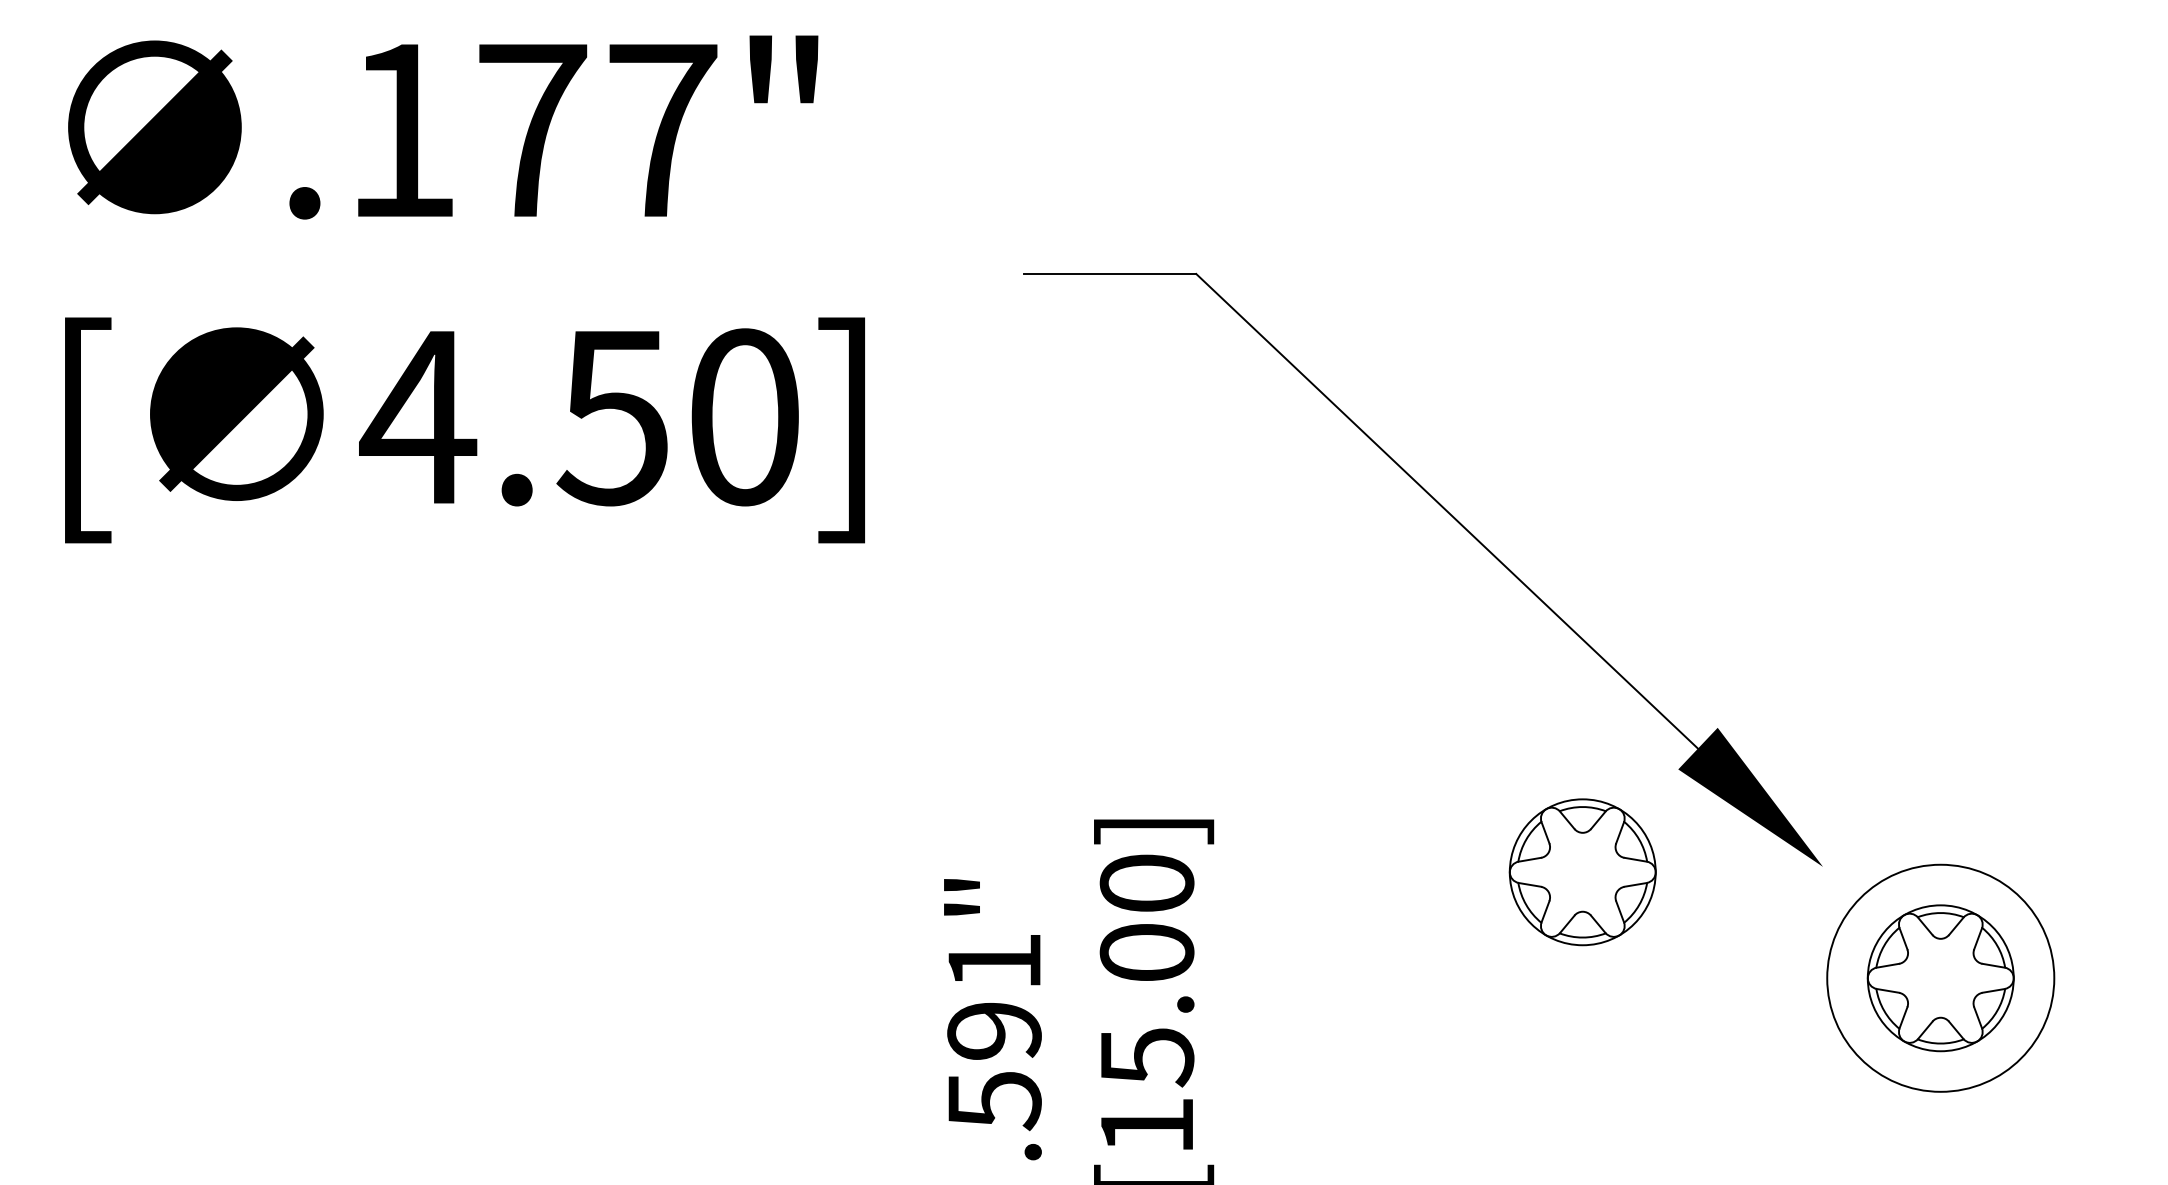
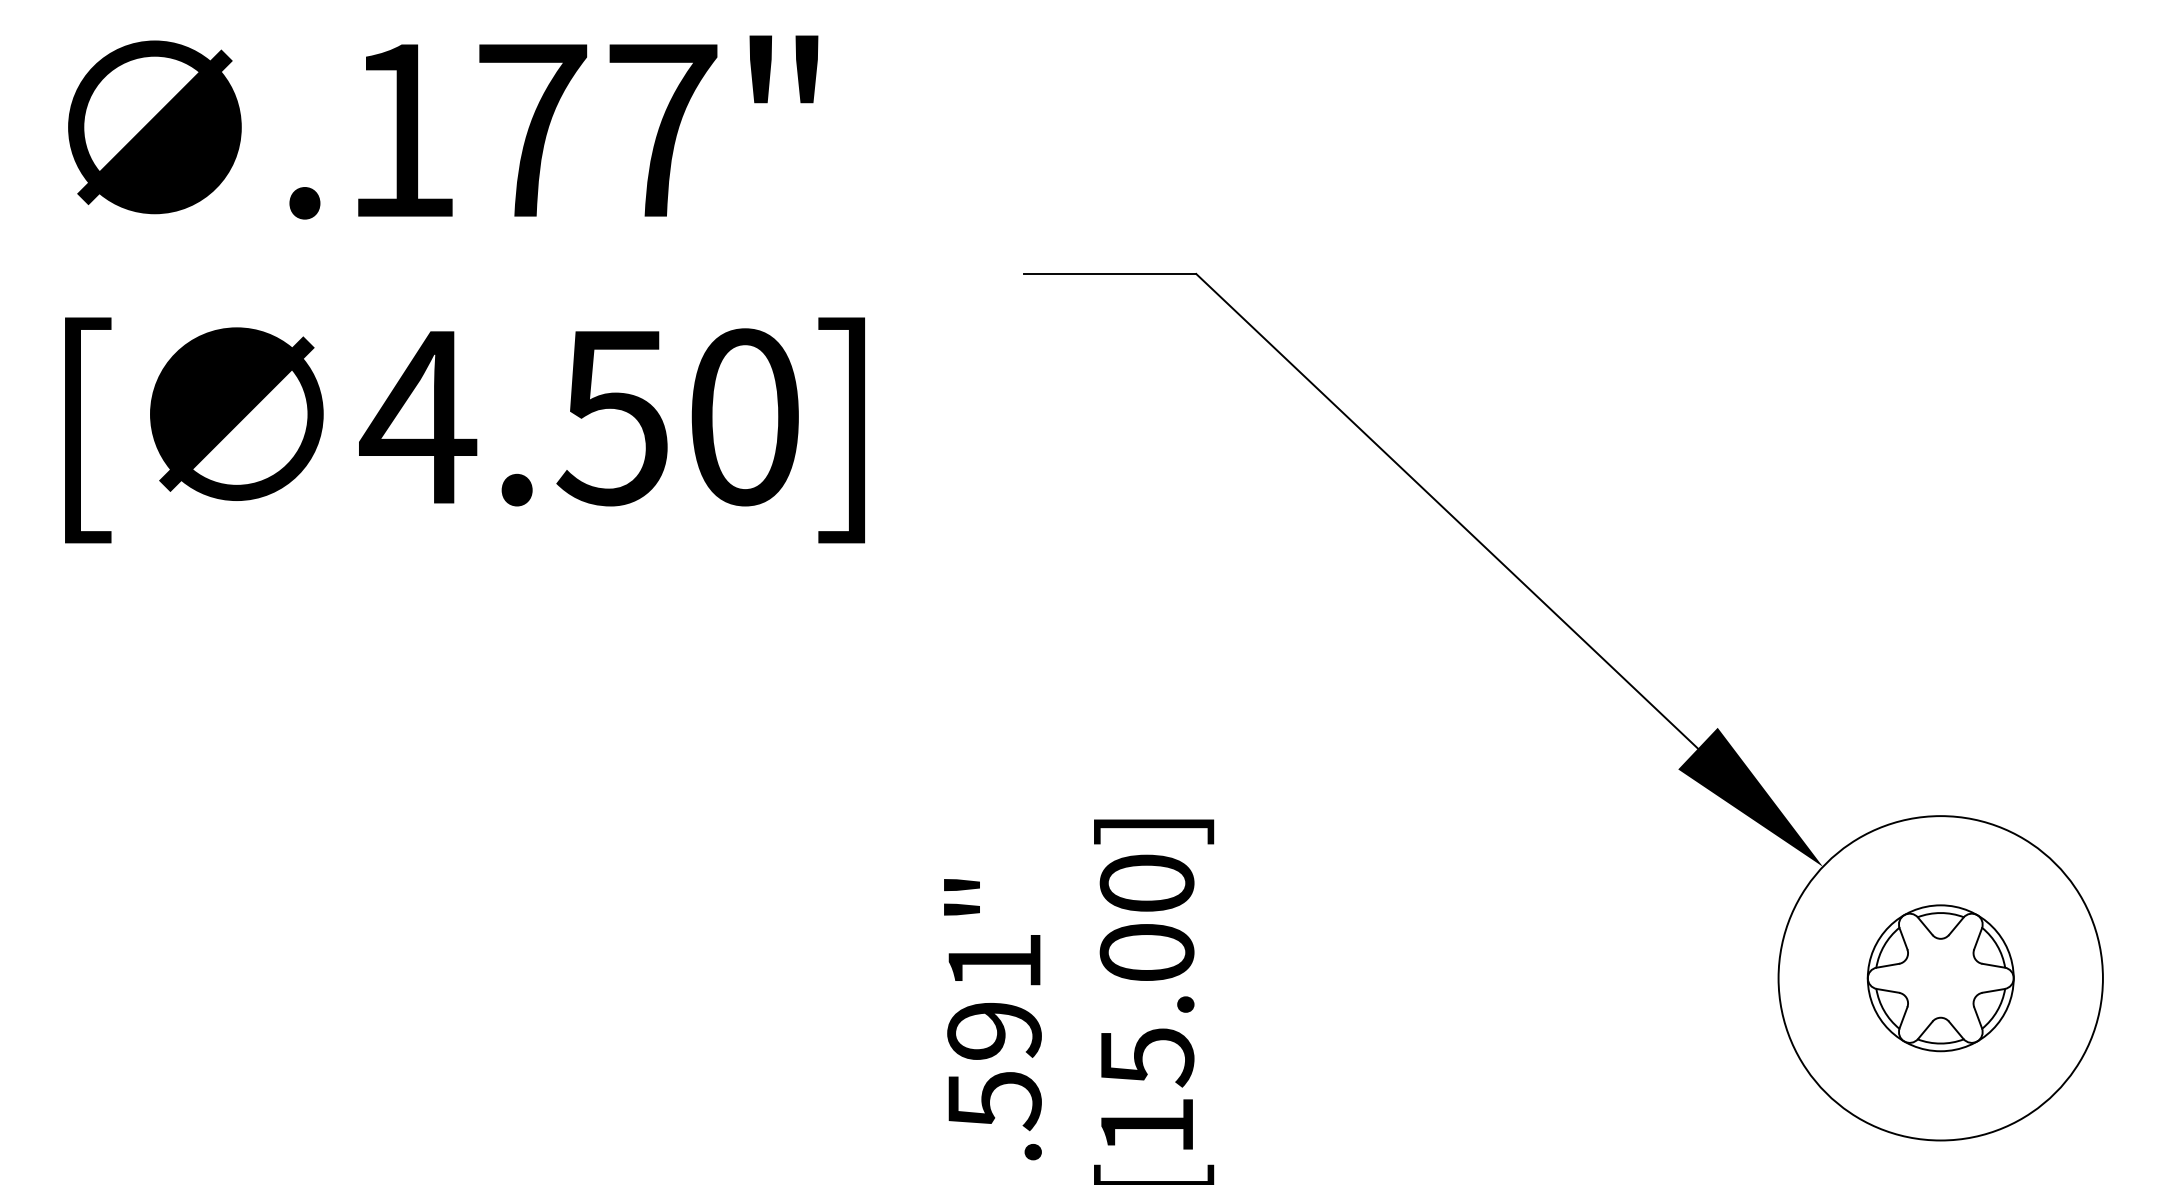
part at (1582, 872): present -> none
circle at (1940, 977) diameter: 227 px -> 324 px
